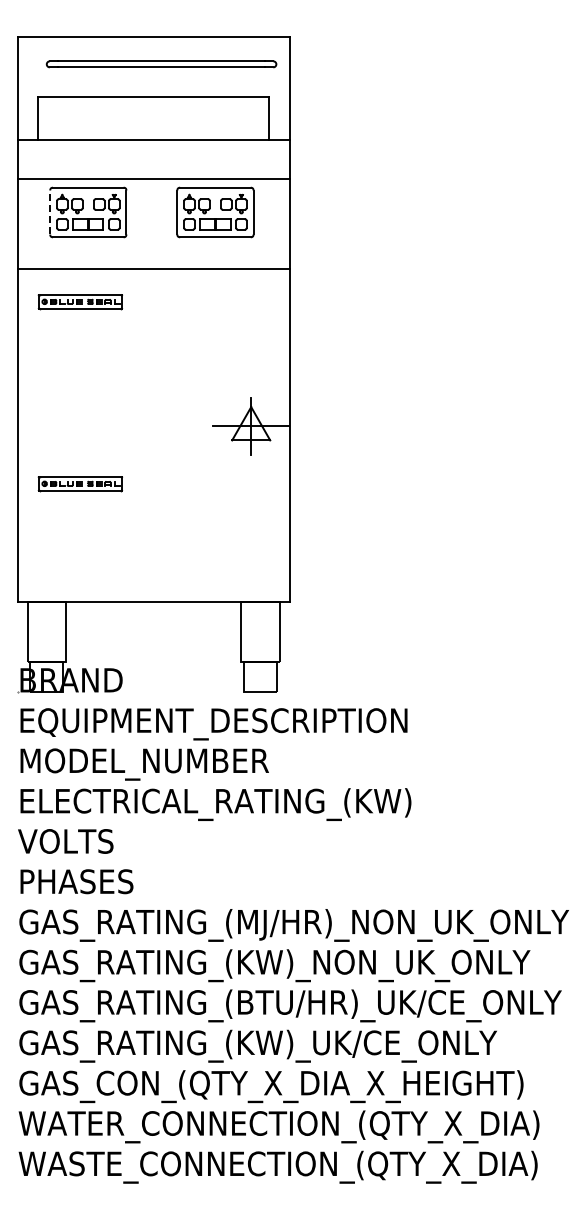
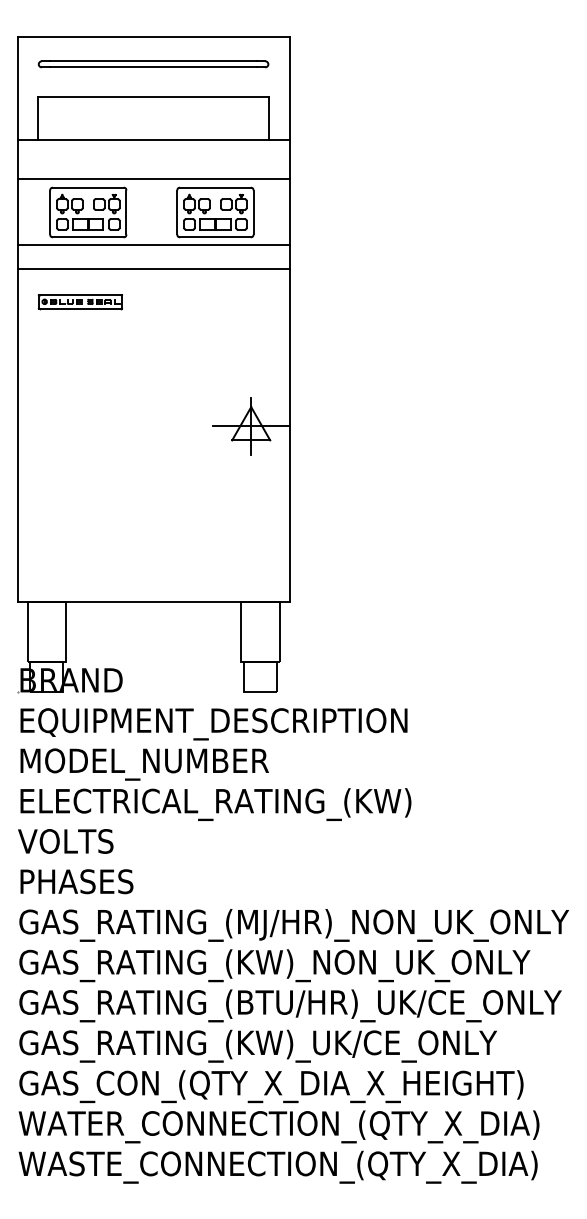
part at (161, 64) position: (161, 64) -> (153, 64)
line at (50, 212): dashed -> solid
line at (153, 245): none -> present
part at (79, 484): present -> none
